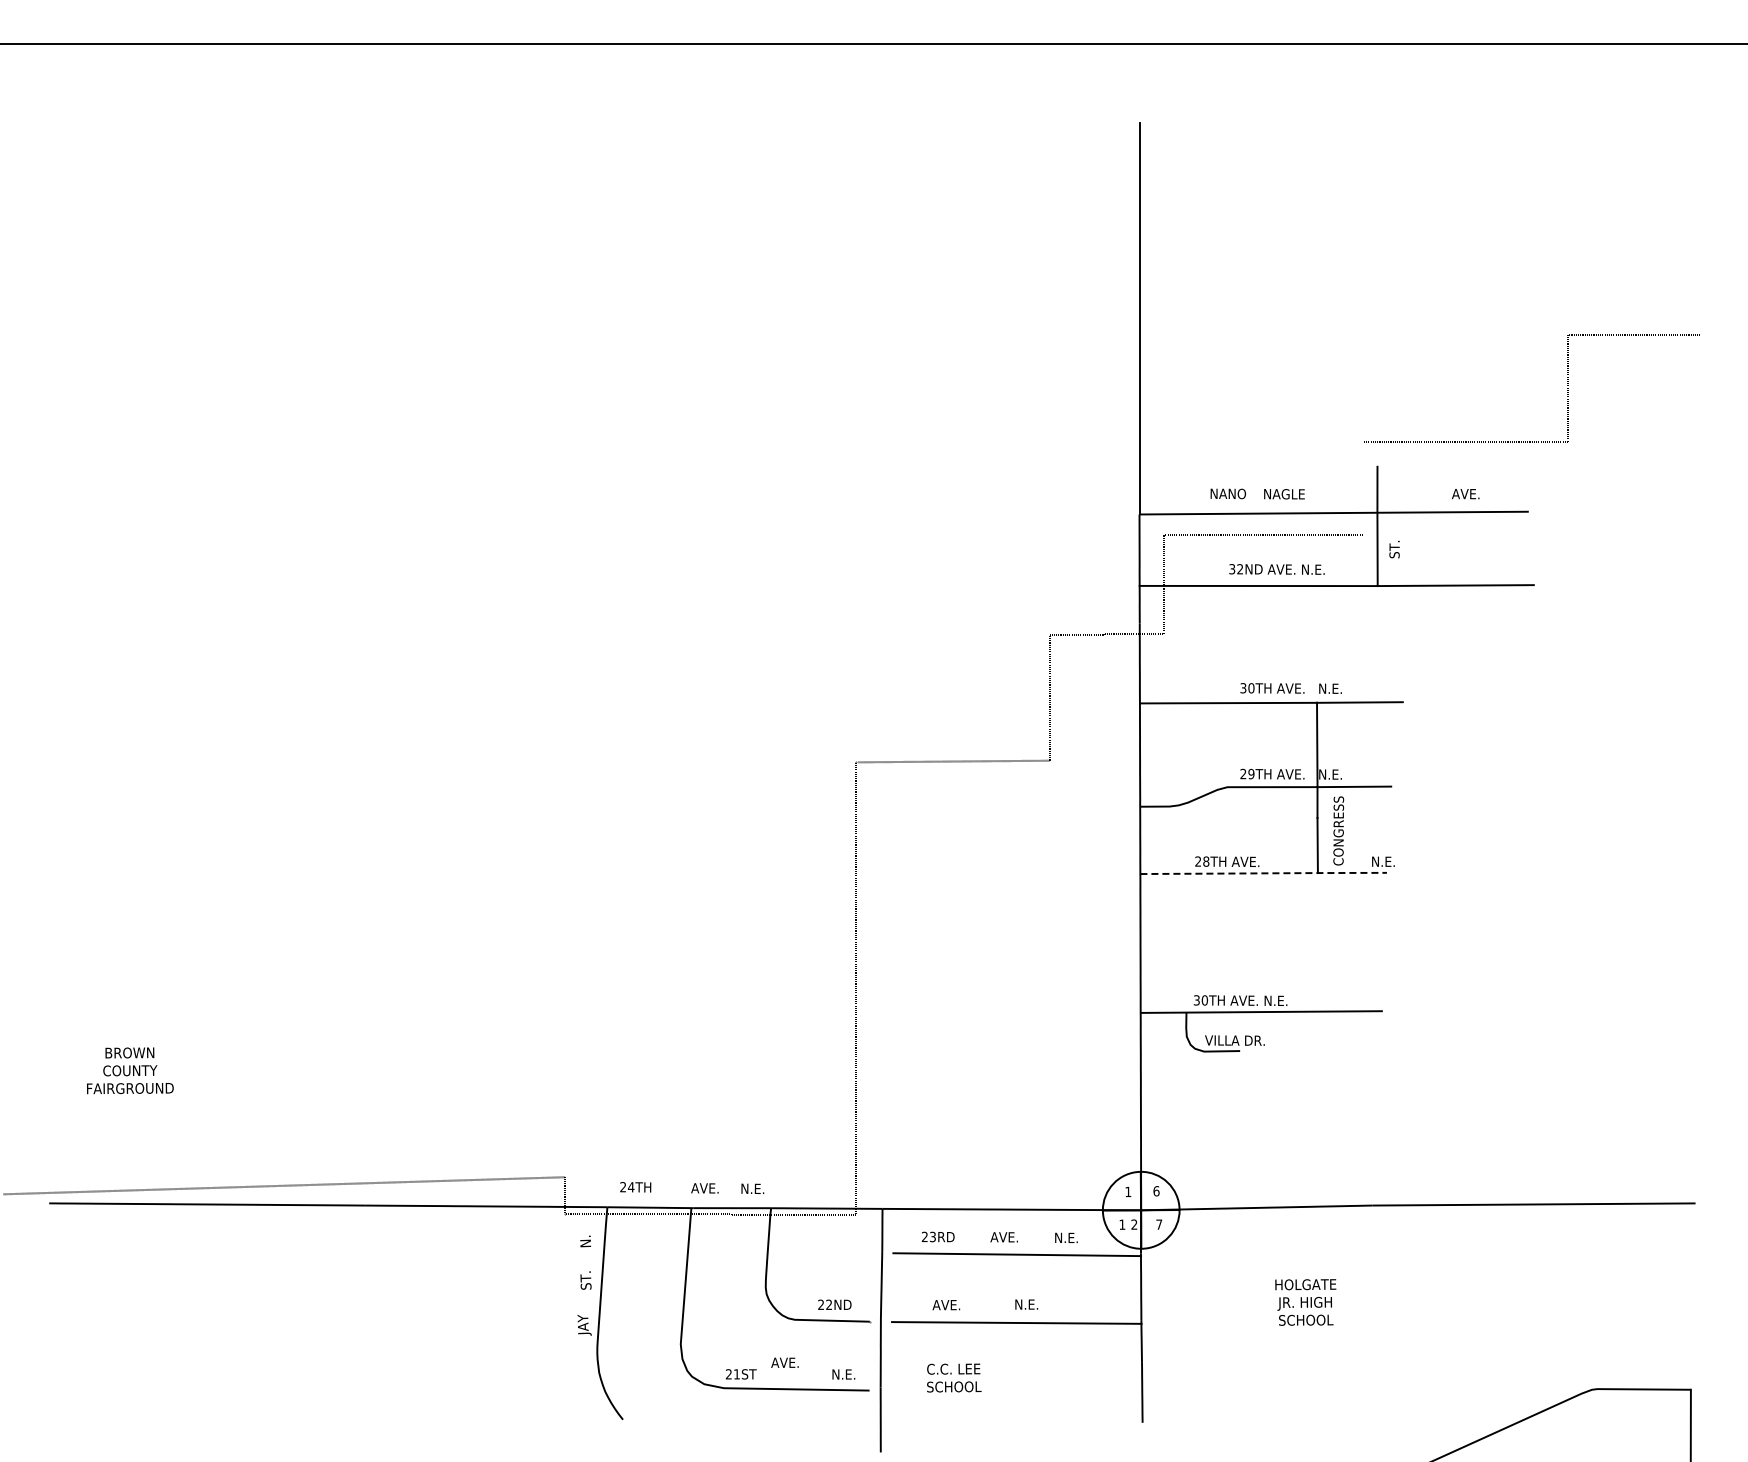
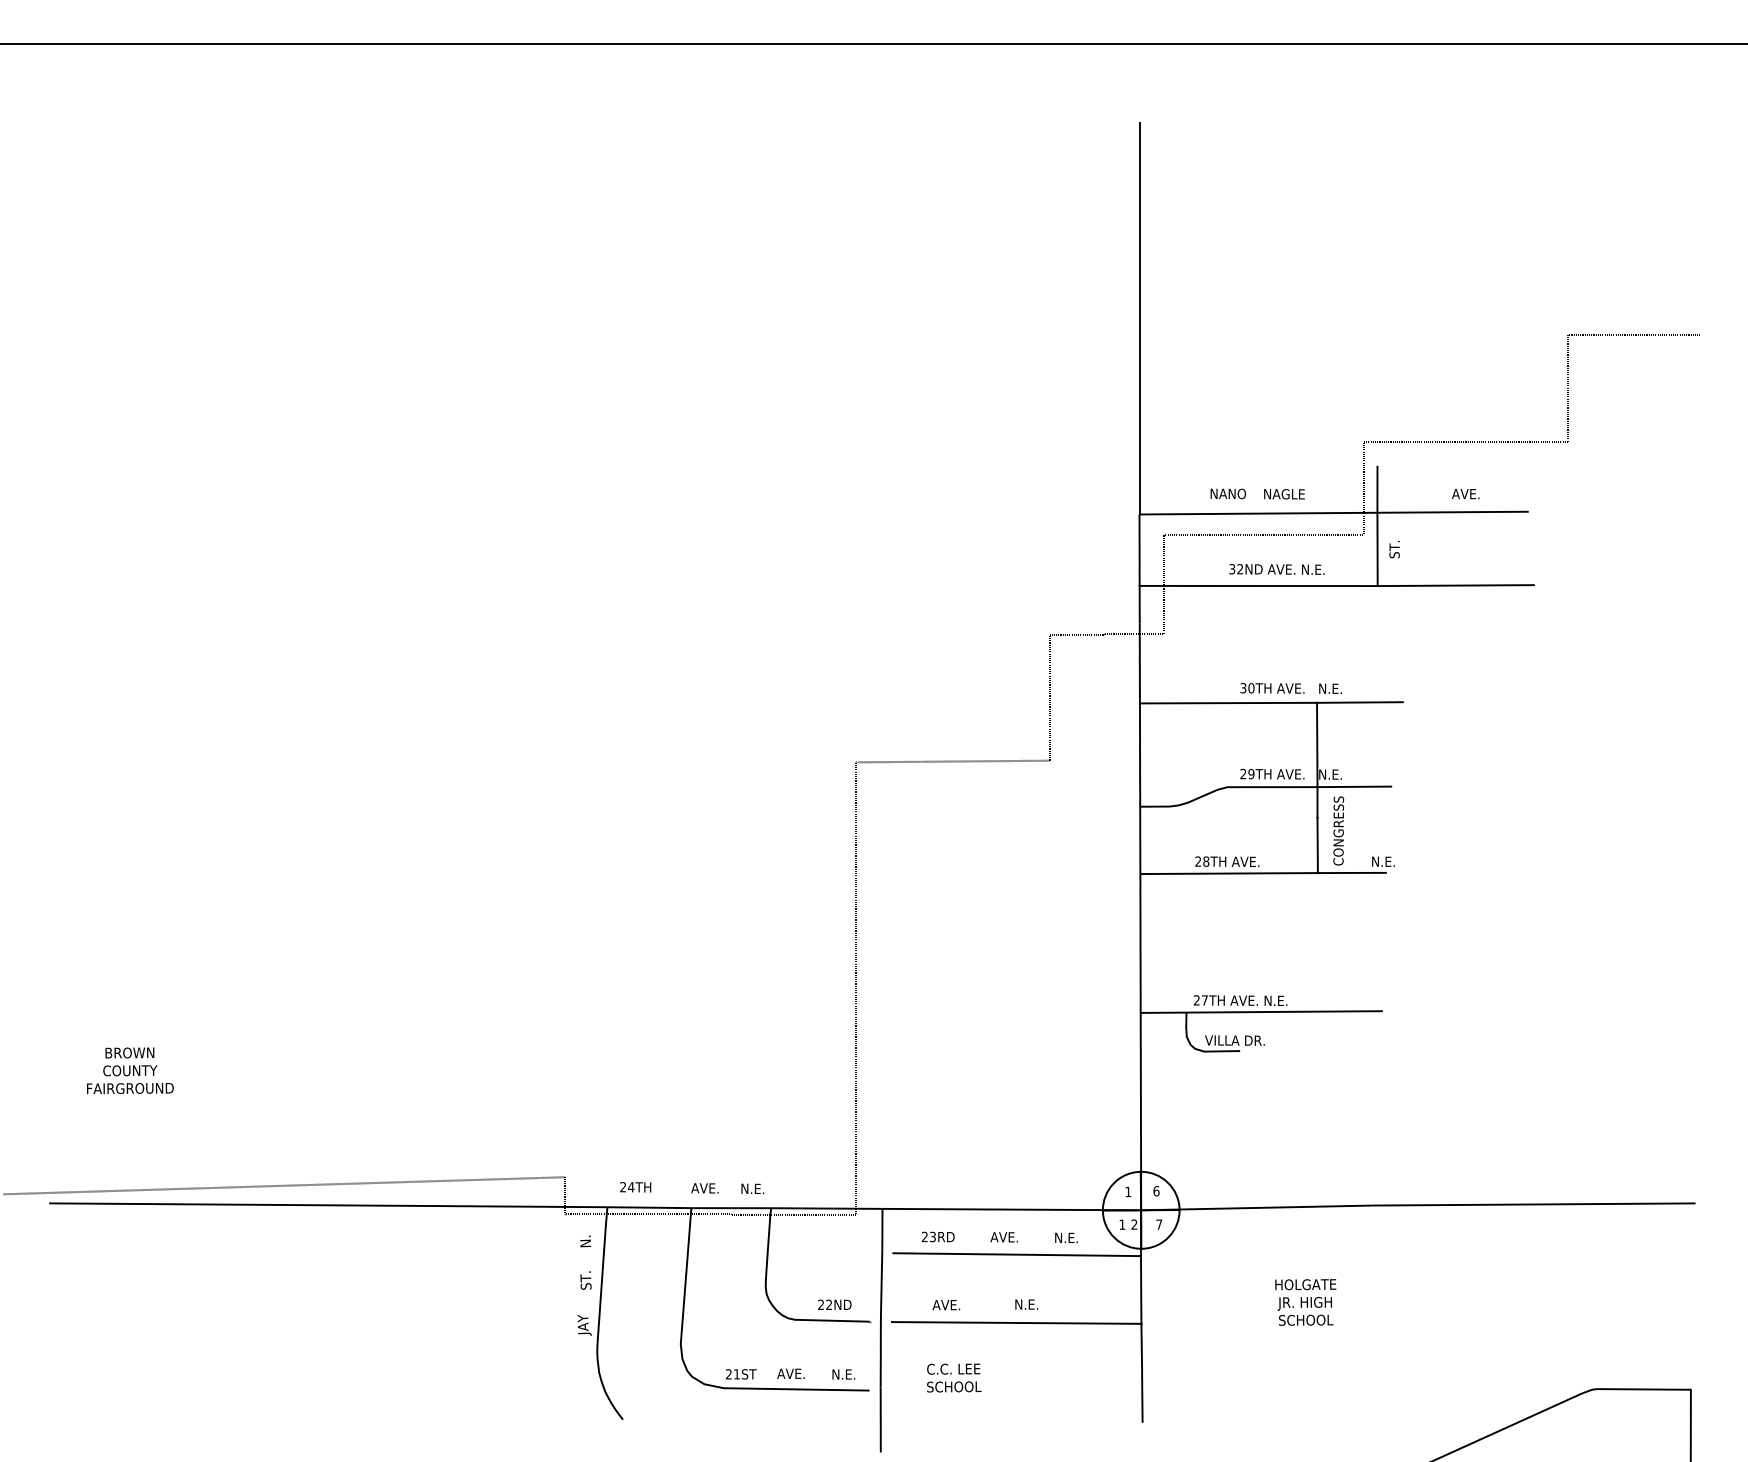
line at (1363, 488): none -> present
line at (1265, 873): dashed -> solid
text at (1200, 1000): 30TH -> 27TH
text at (784, 1362) position: (784, 1362) -> (790, 1373)
